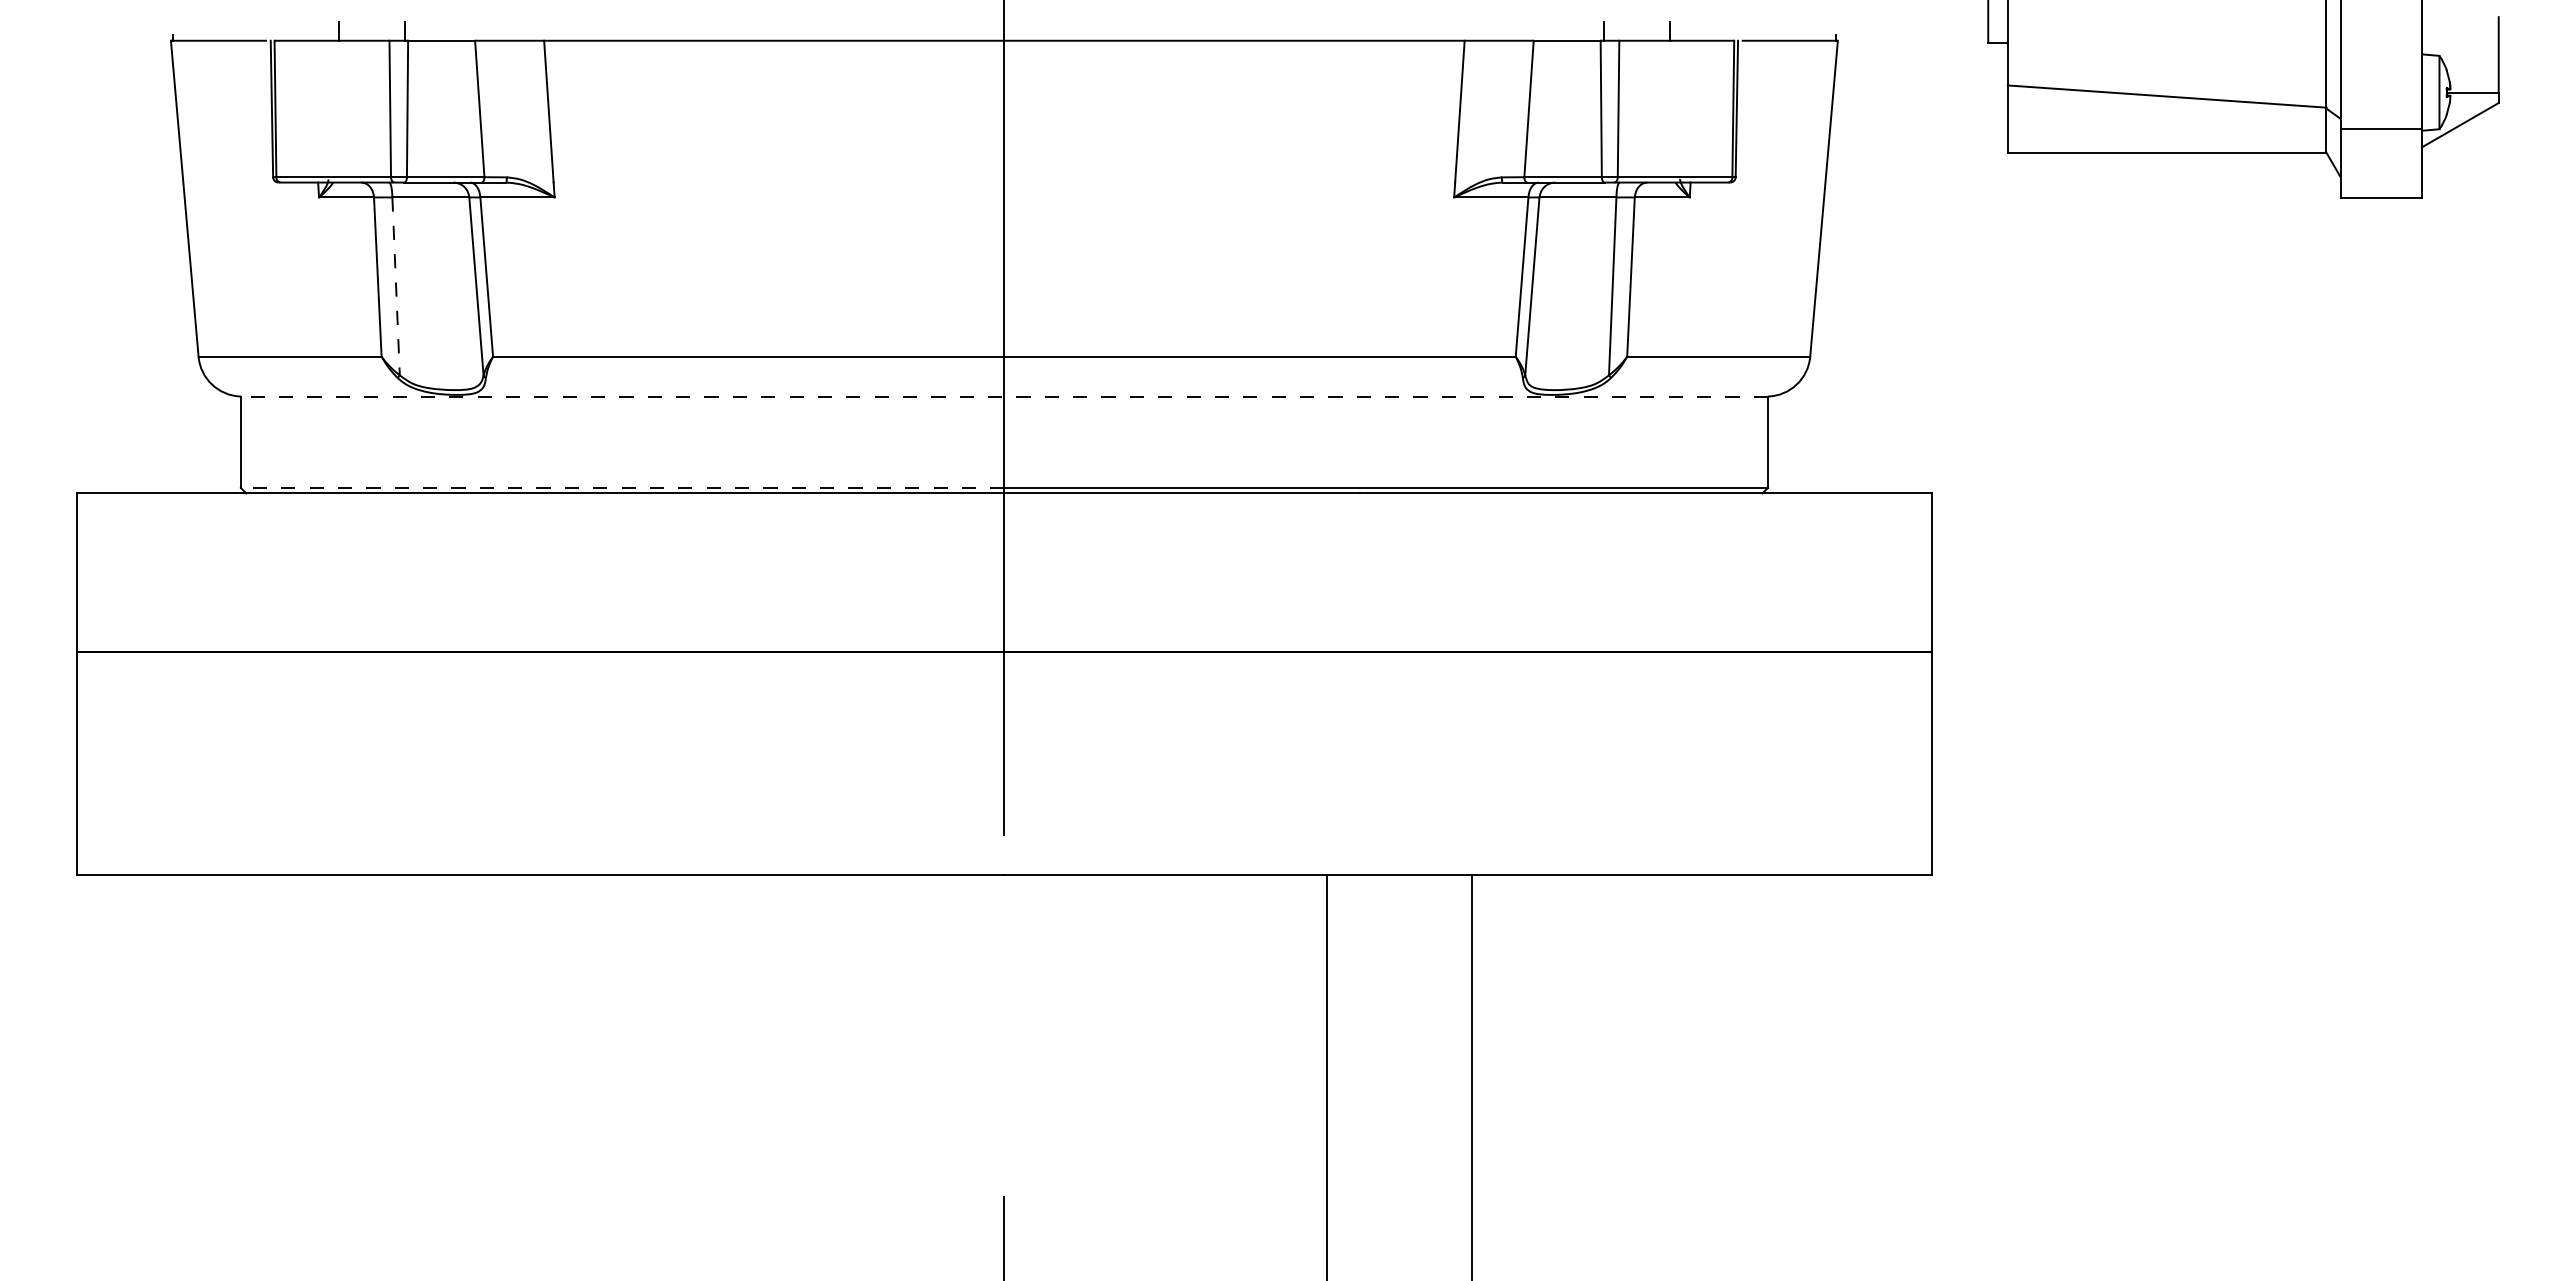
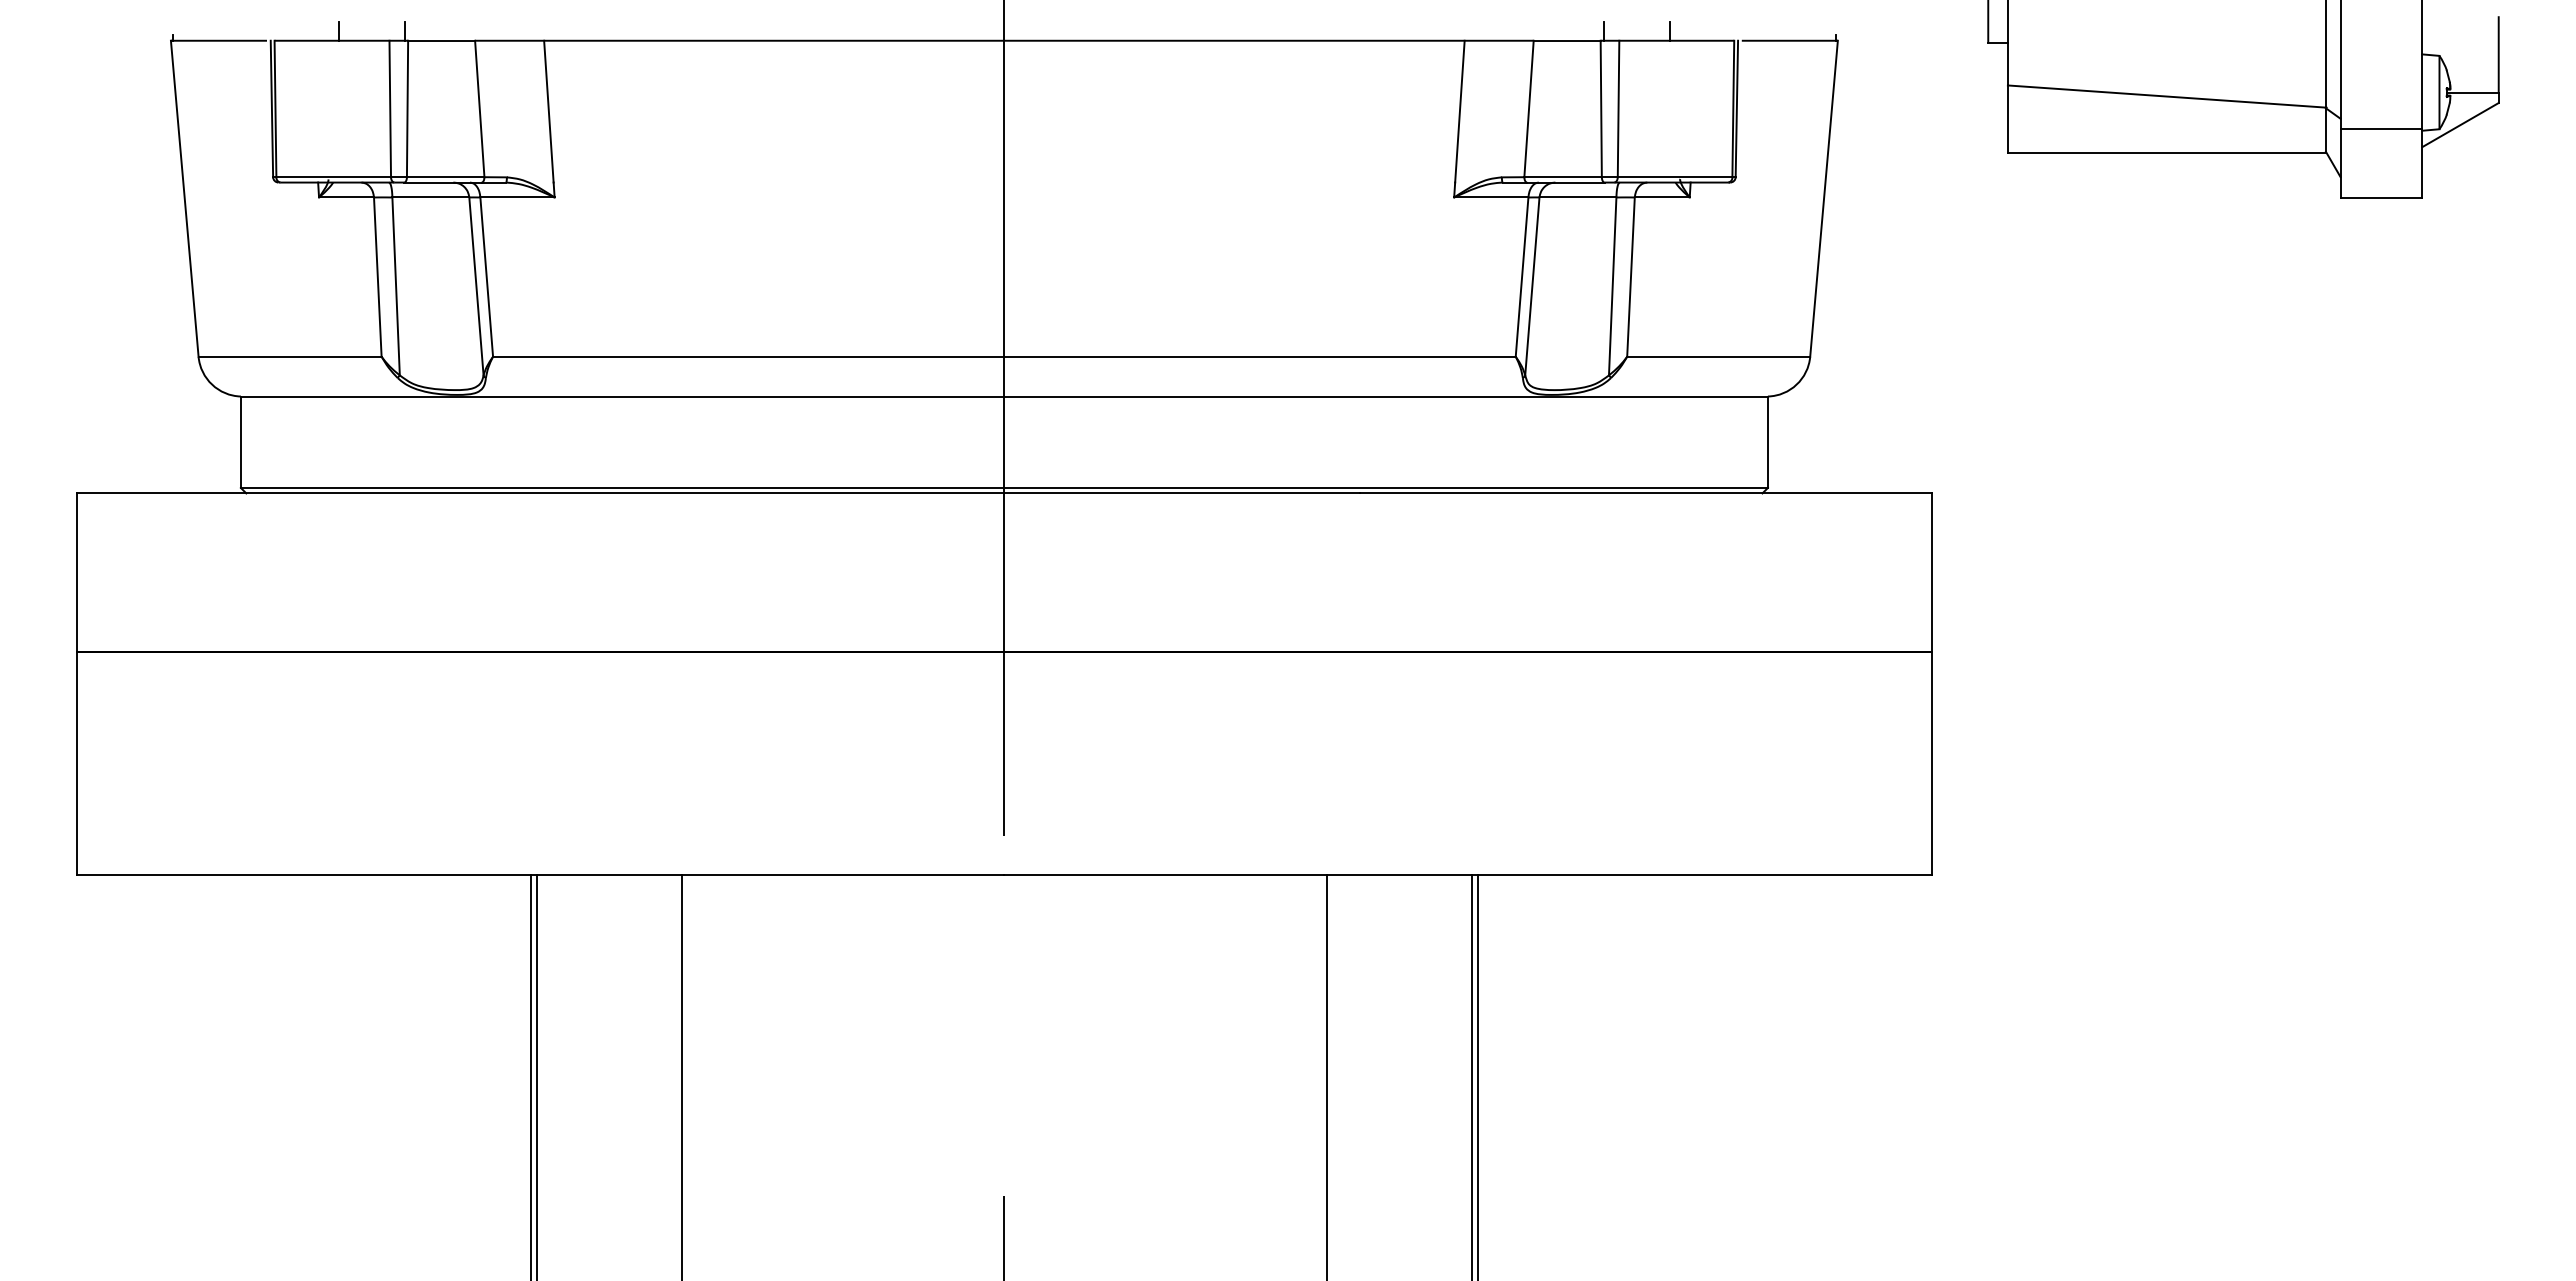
line at (396, 286): dashed -> solid
line at (1004, 396): dashed -> solid
line at (622, 487): dashed -> solid
line at (530, 1076): none -> present
line at (537, 1076): none -> present
line at (681, 1076): none -> present
line at (1478, 1076): none -> present
